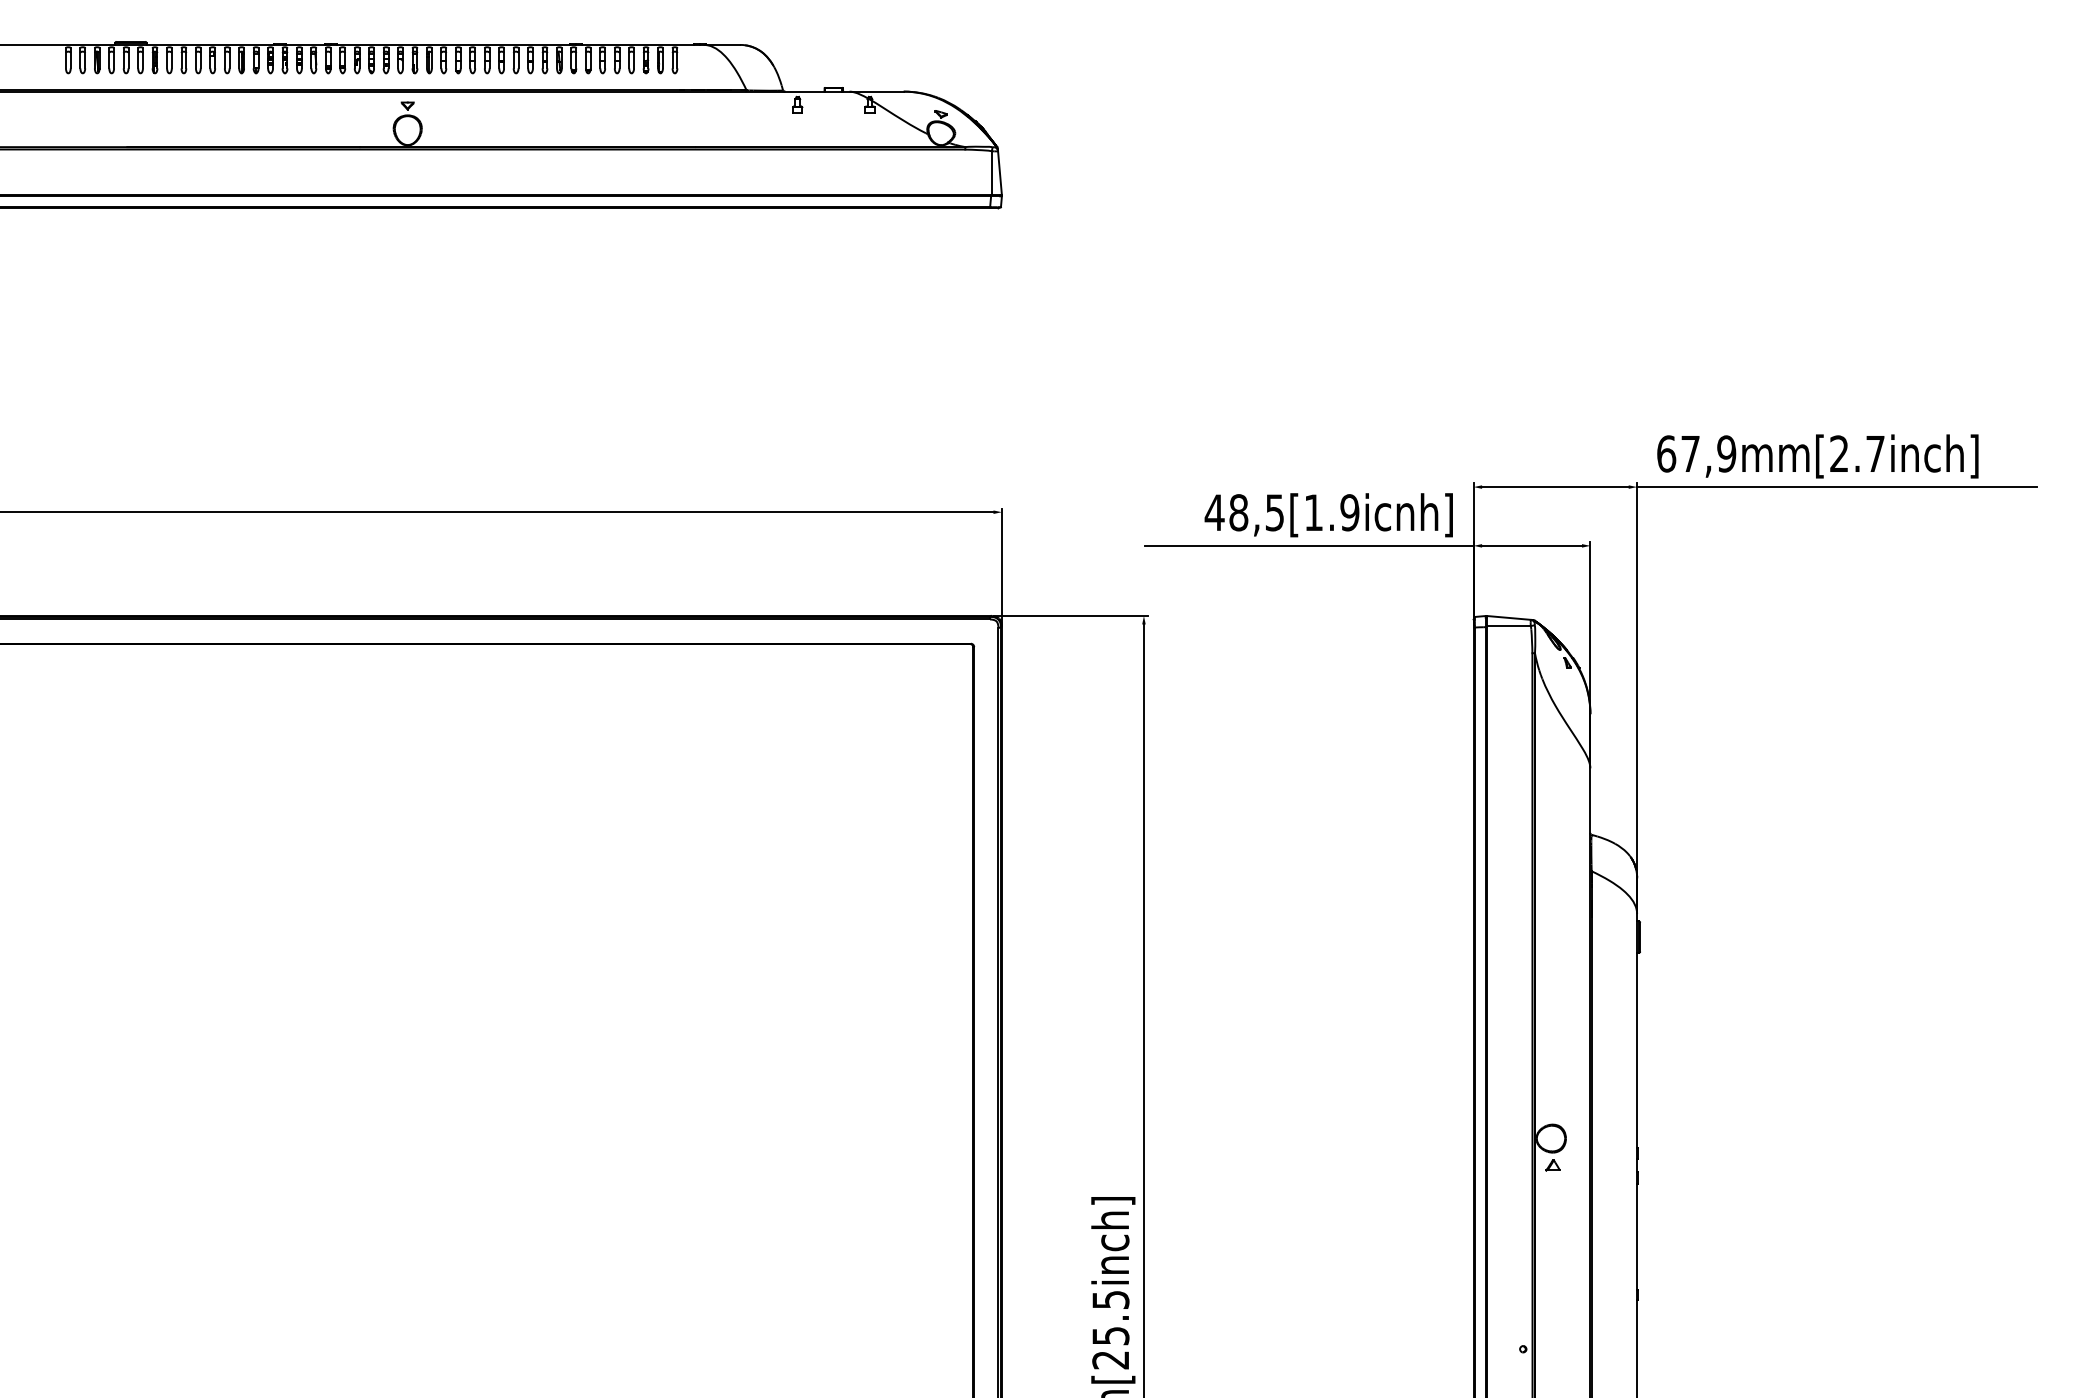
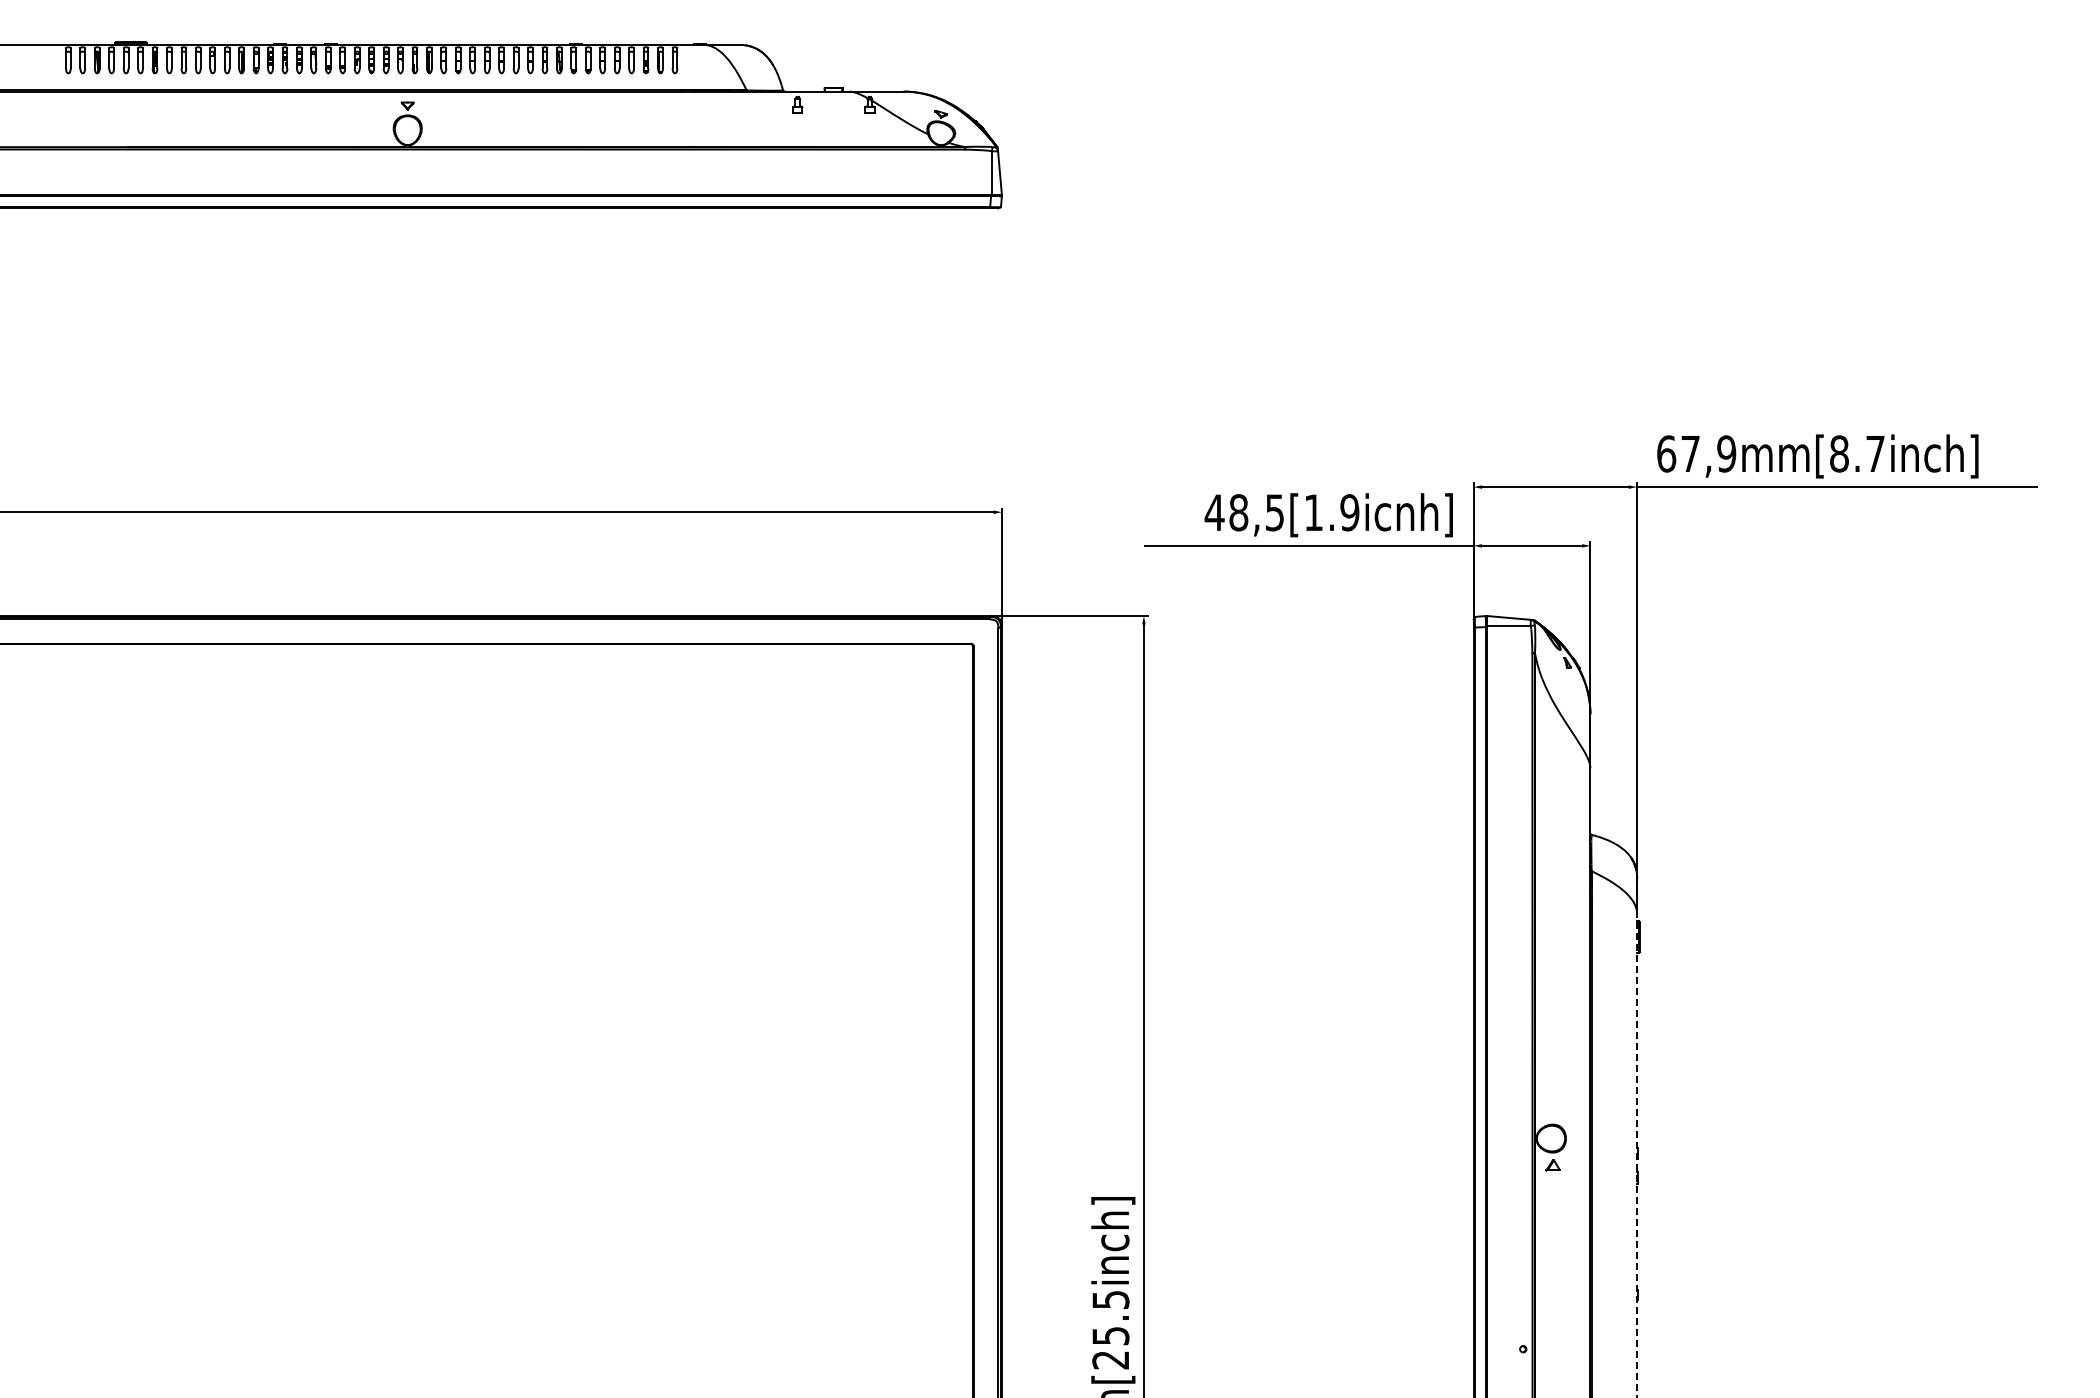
text at (1839, 453): 67,9mm[2.7inch] -> 67,9mm[8.7inch]
line at (1637, 1137): solid -> dashed
